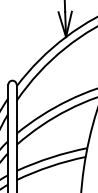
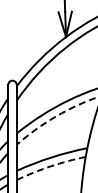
arc at (54, 117): solid -> dashed
arc at (50, 166): solid -> dashed
